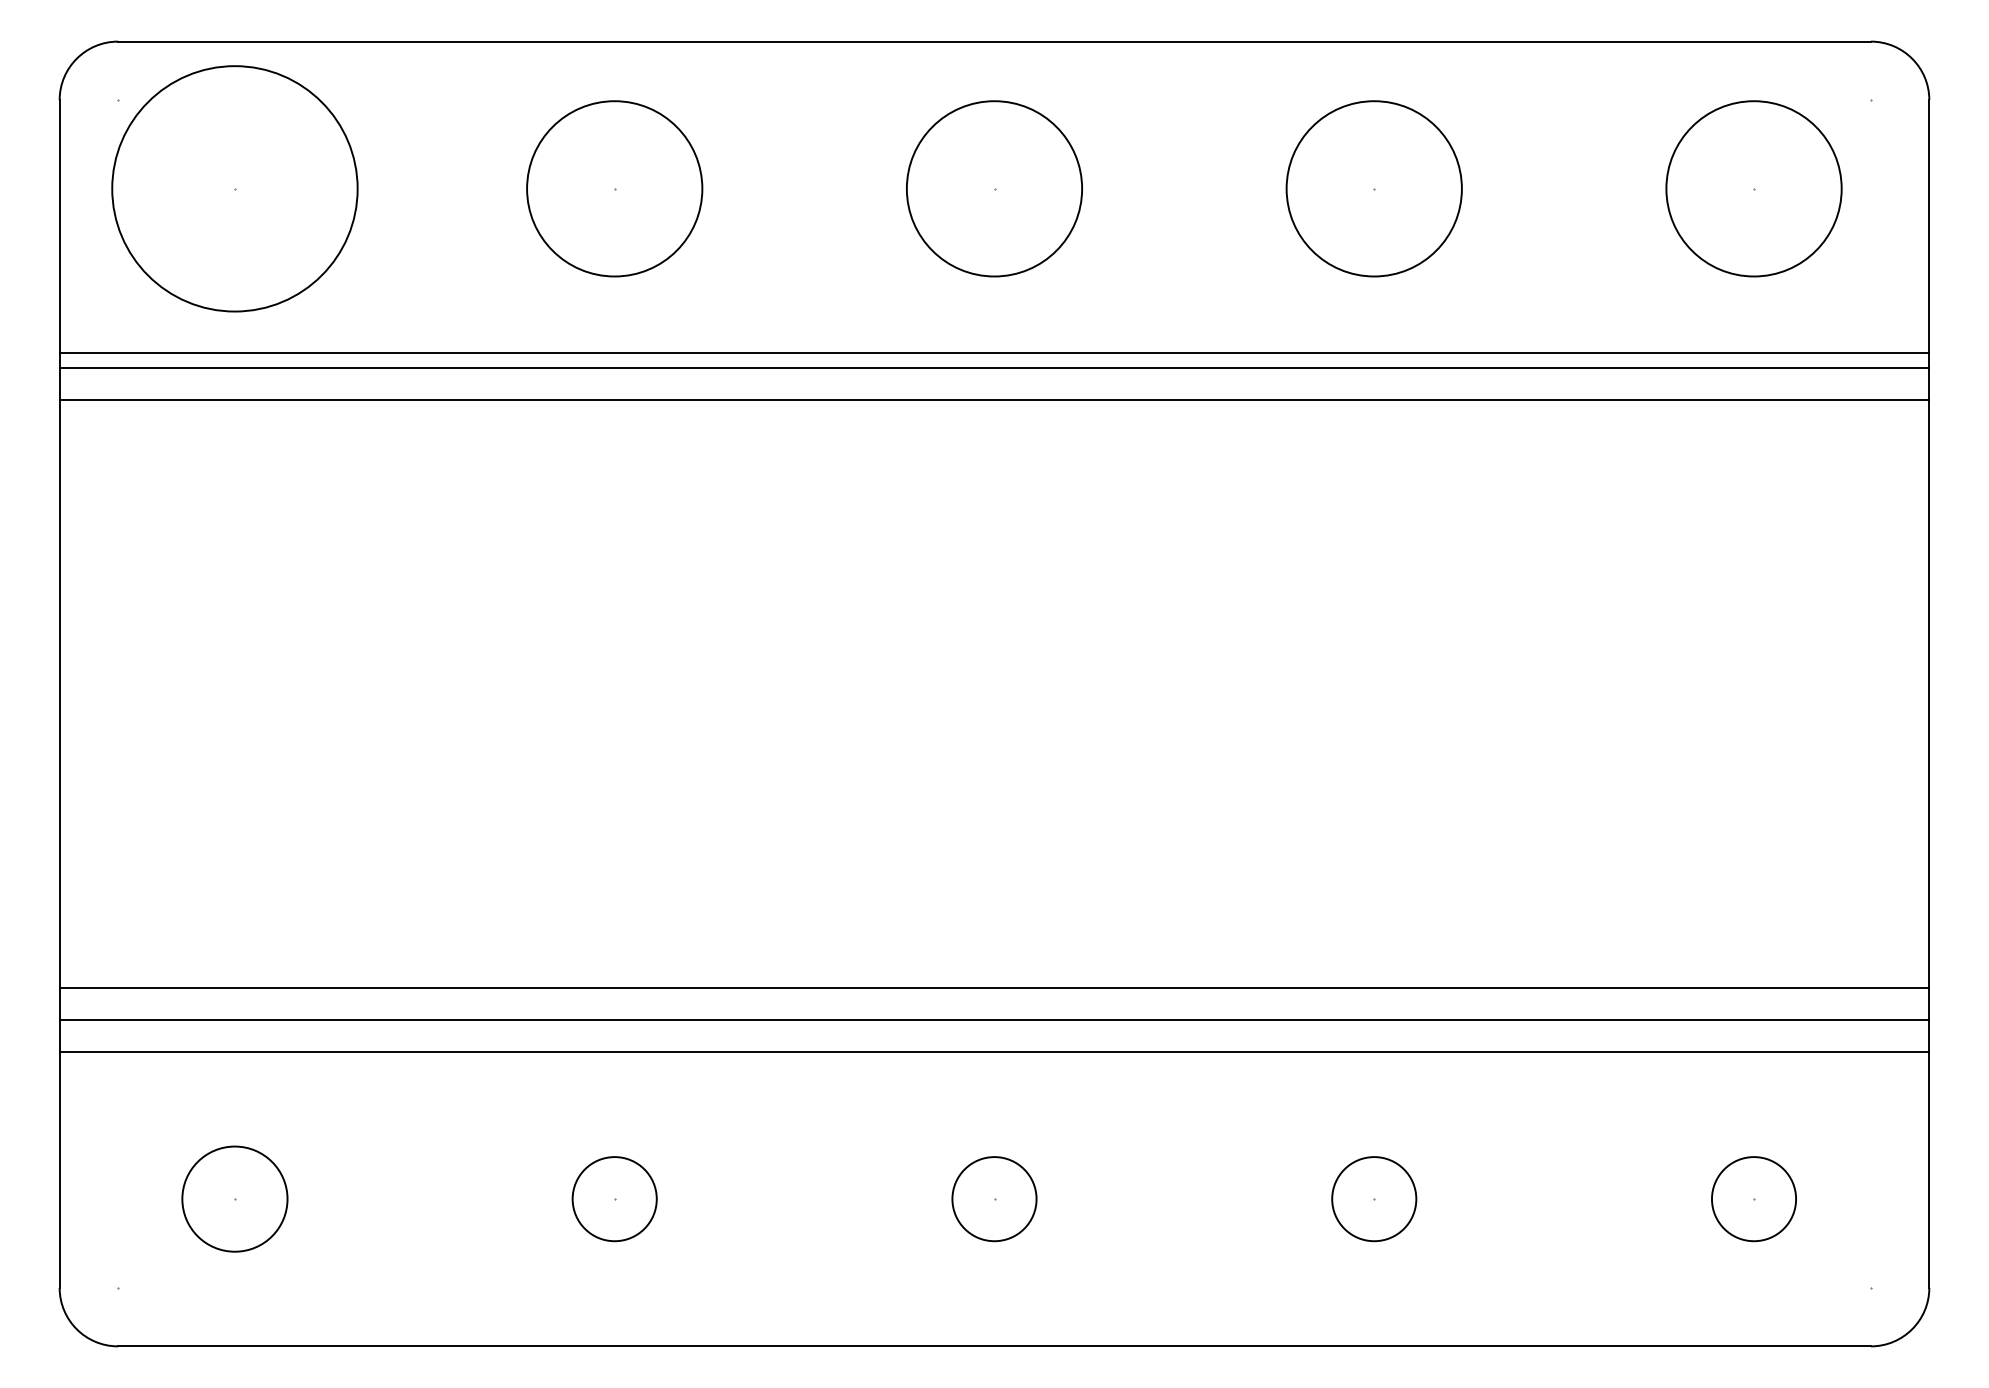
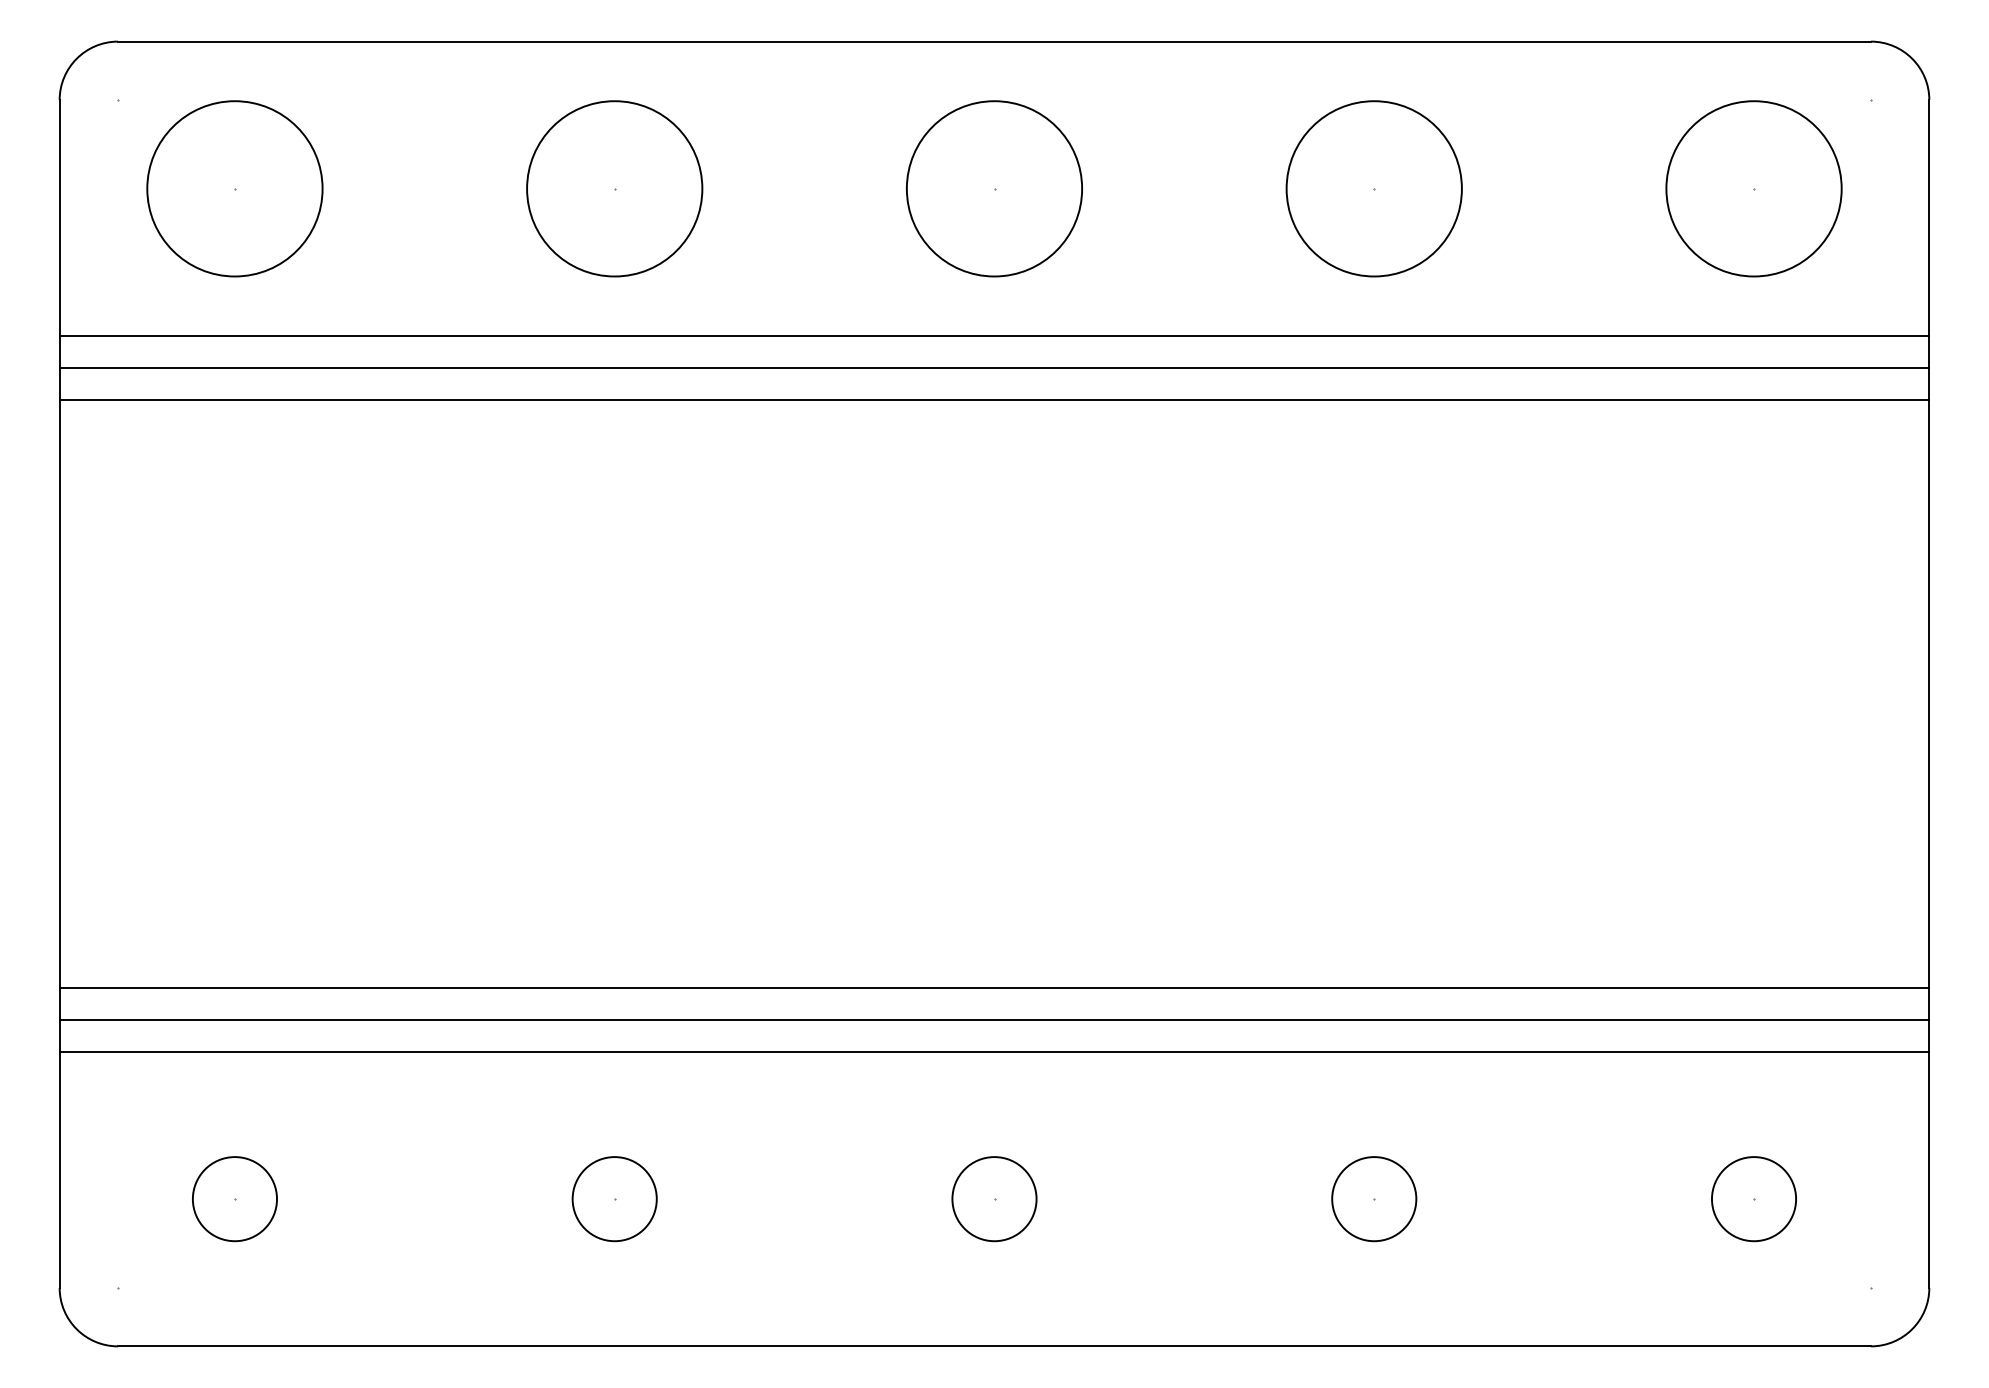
circle at (234, 188) diameter: 245 px -> 175 px
line at (994, 353) position: (994, 353) -> (994, 336)
circle at (234, 1198) diameter: 105 px -> 84 px
